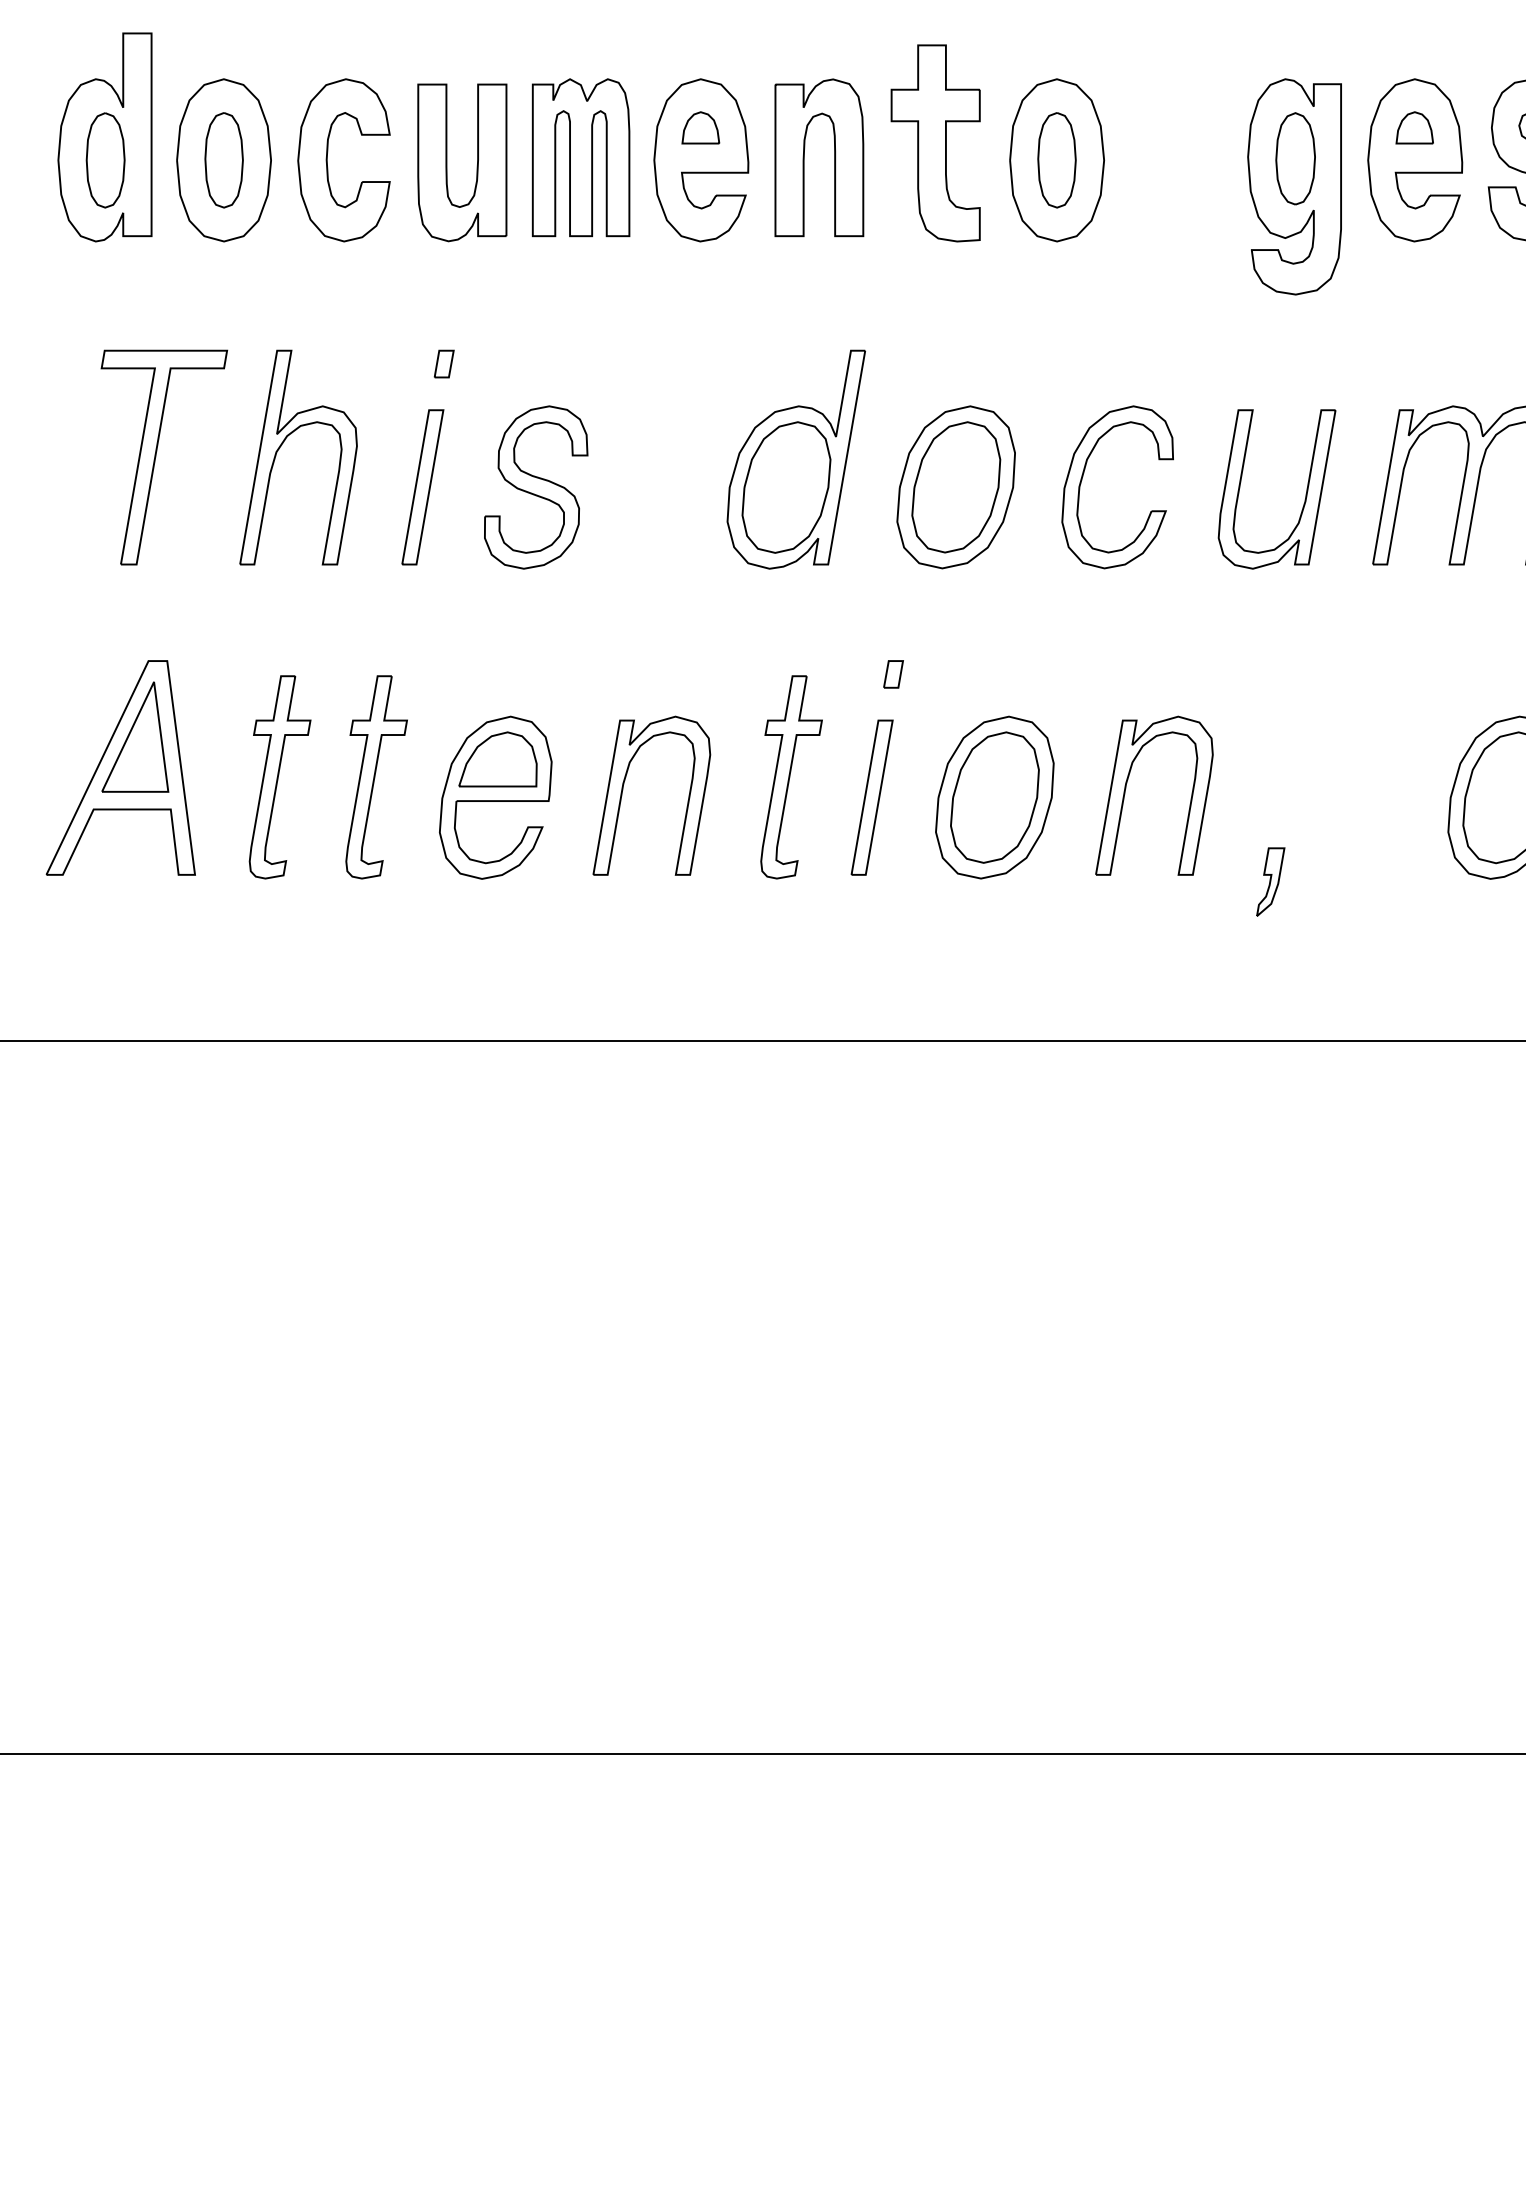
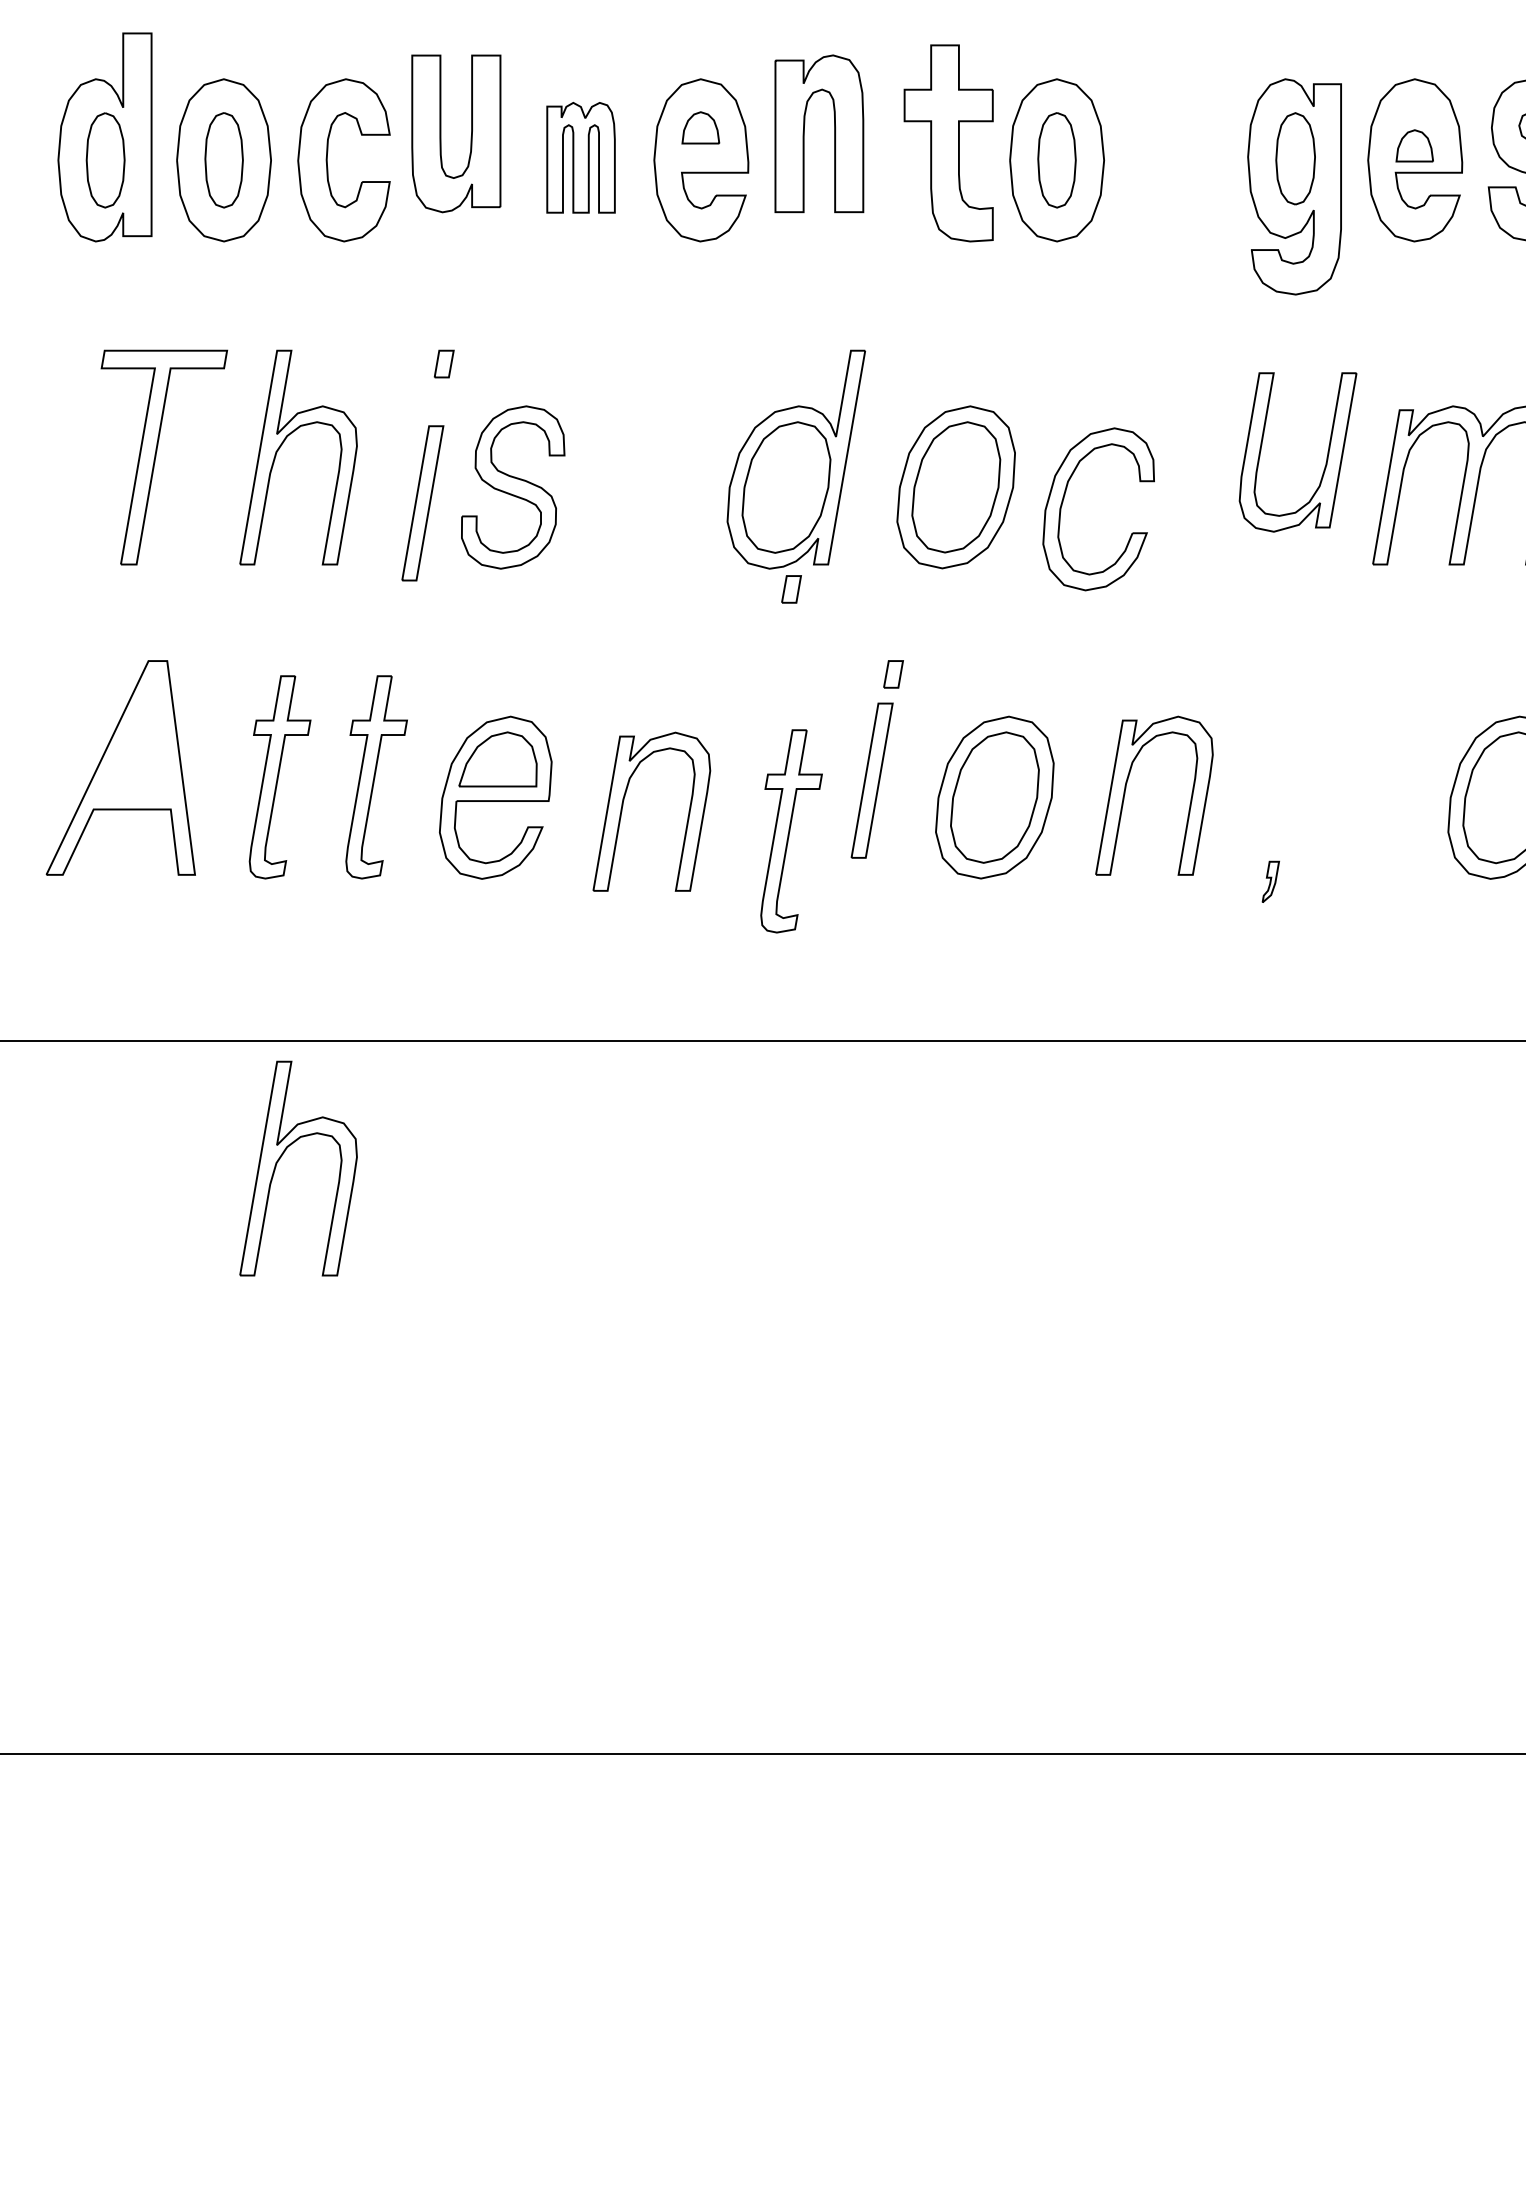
part at (1414, 127) position: (1414, 127) -> (1414, 145)
part at (935, 143) position: (935, 143) -> (948, 143)
part at (580, 157) size: 100x160 px -> 70x112 px
part at (804, 157) position: (804, 157) -> (804, 133)
part at (476, 166) position: (476, 166) -> (470, 137)
part at (1082, 480) position: (1082, 480) -> (1063, 502)
part at (422, 487) position: (422, 487) -> (422, 503)
part at (536, 487) position: (536, 487) -> (513, 487)
part at (1305, 494) position: (1305, 494) -> (1326, 457)
part at (791, 589): none -> present
part at (135, 736): present -> none
part at (791, 777) position: (791, 777) -> (791, 831)
part at (623, 790) position: (623, 790) -> (623, 806)
part at (871, 797) position: (871, 797) -> (871, 780)
part at (1270, 881) size: 30x70 px -> 19x43 px
part at (281, 1157): none -> present
